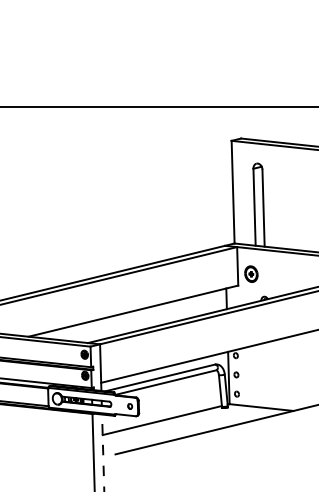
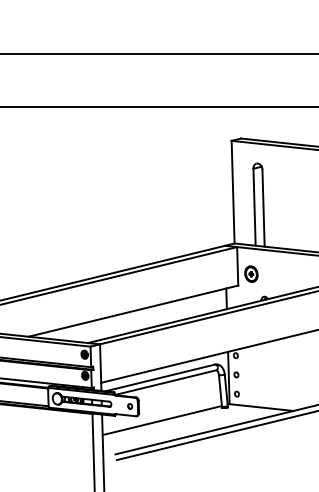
line at (158, 54): none -> present
line at (215, 435): none -> present
line at (103, 452): dashed -> solid
